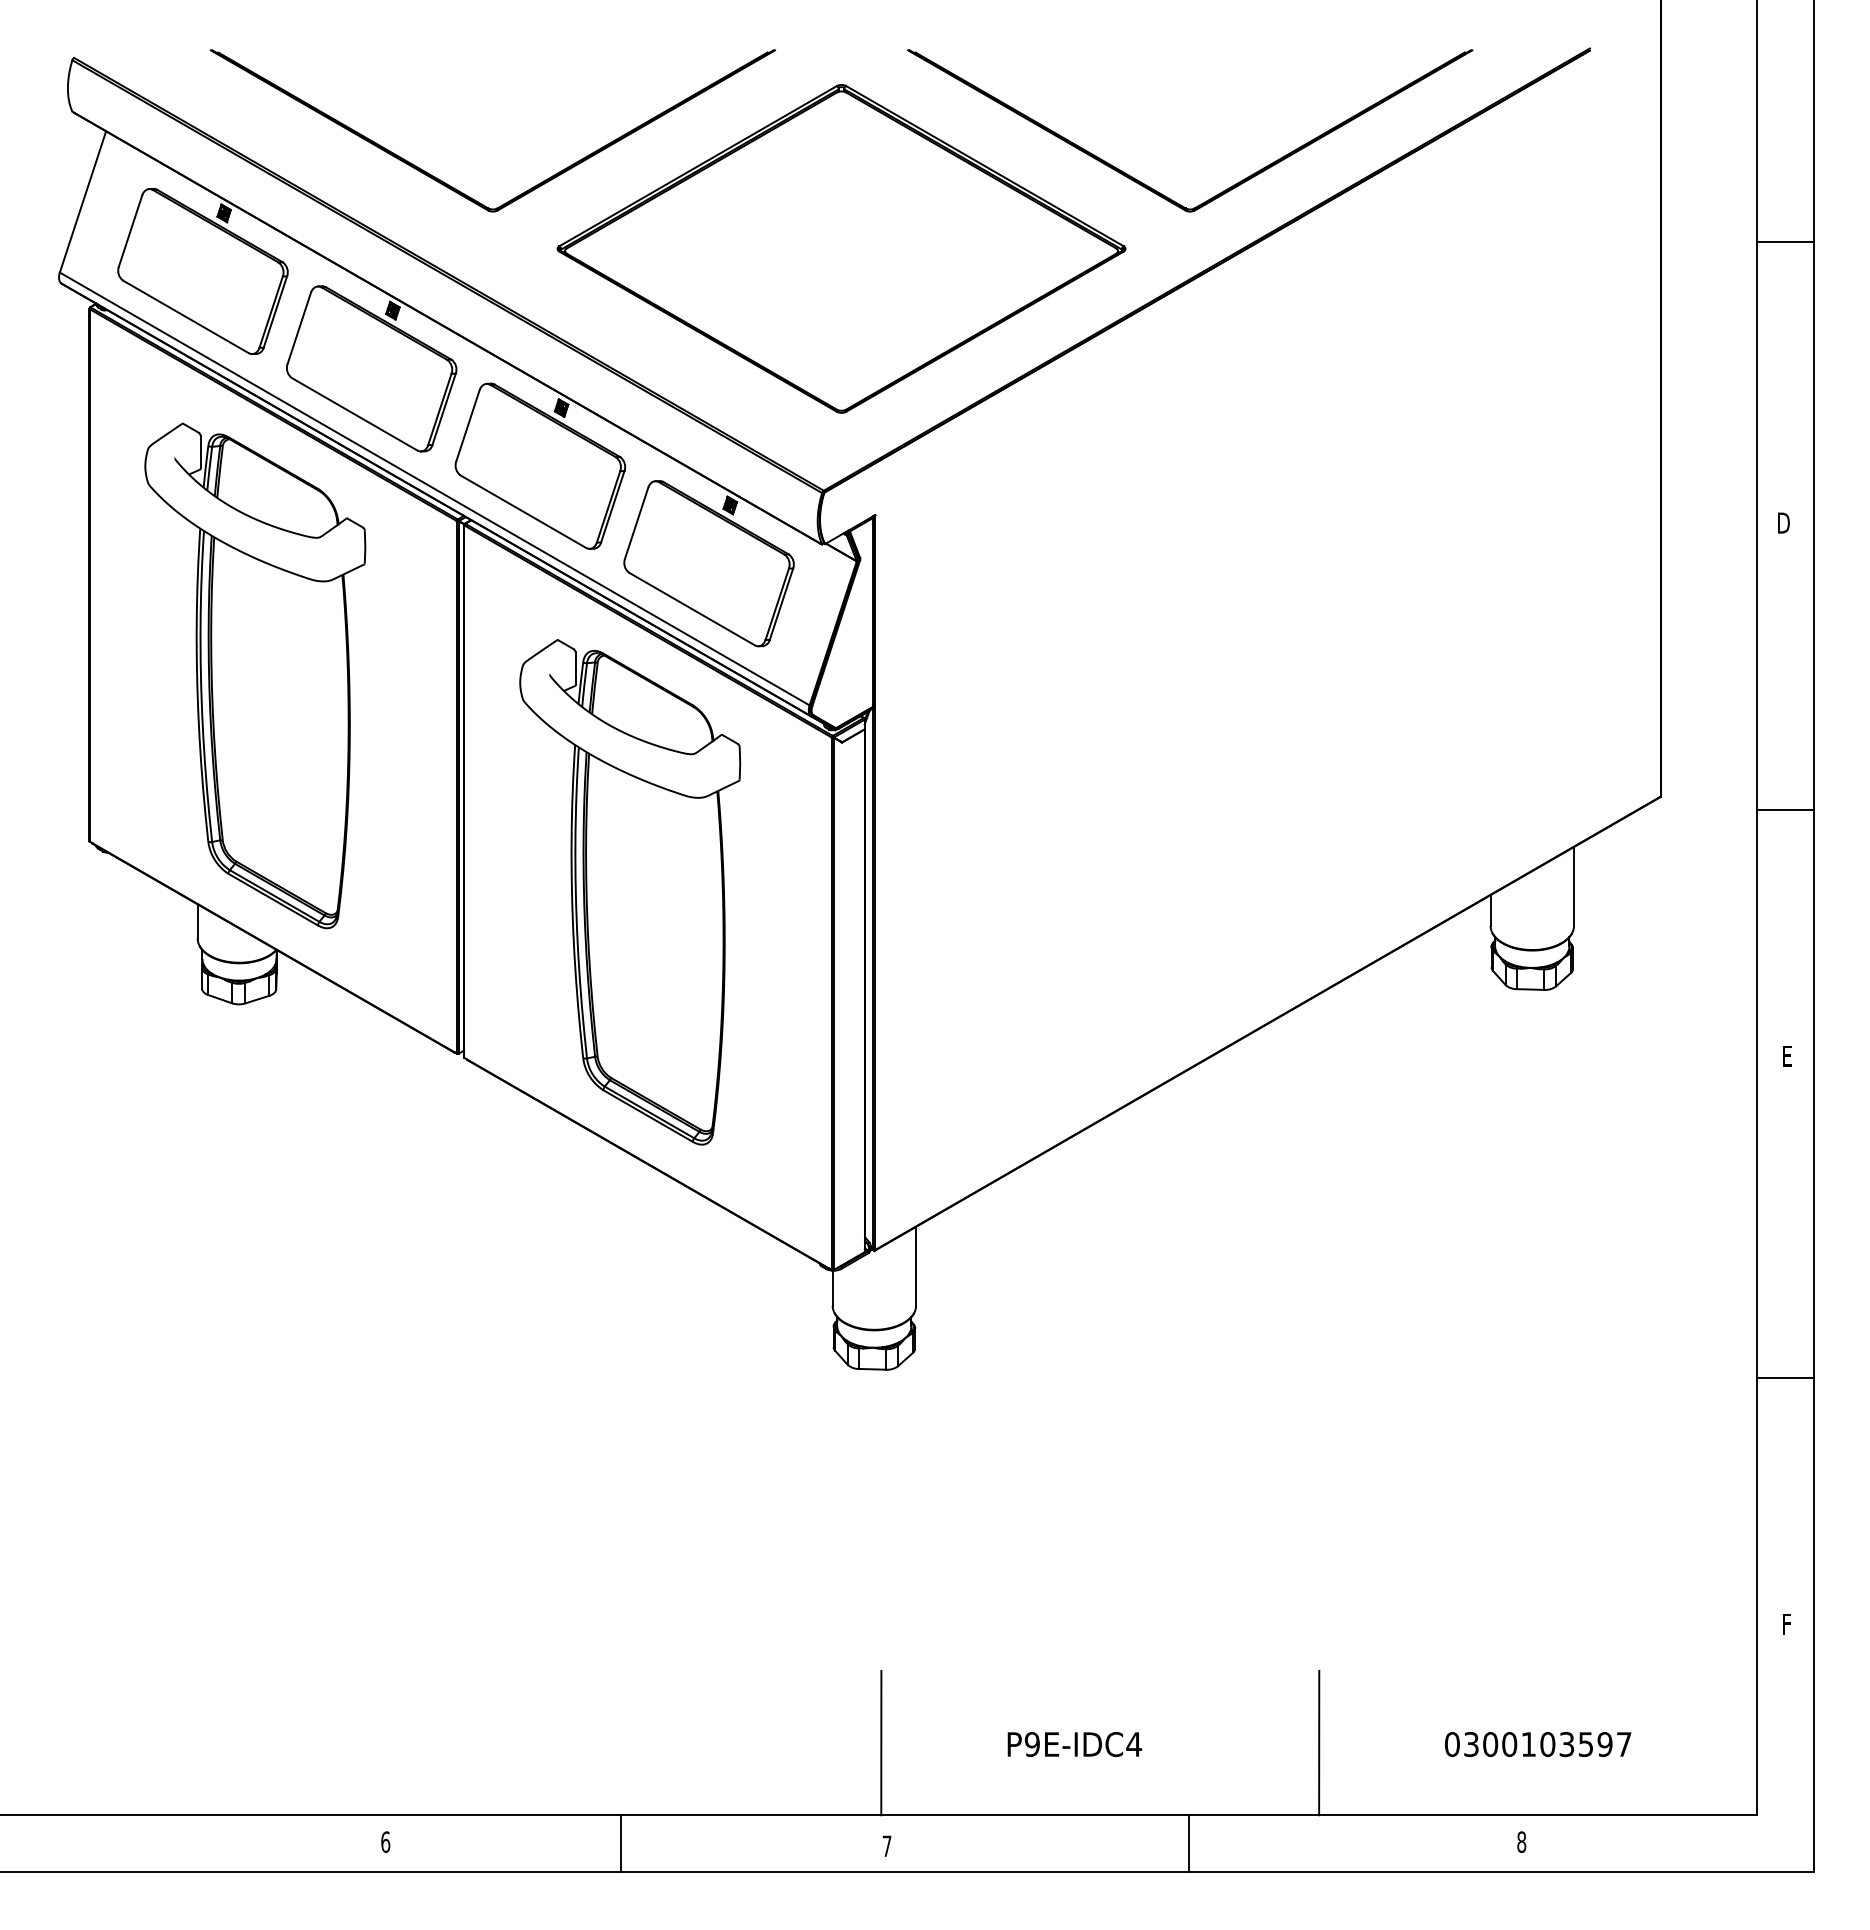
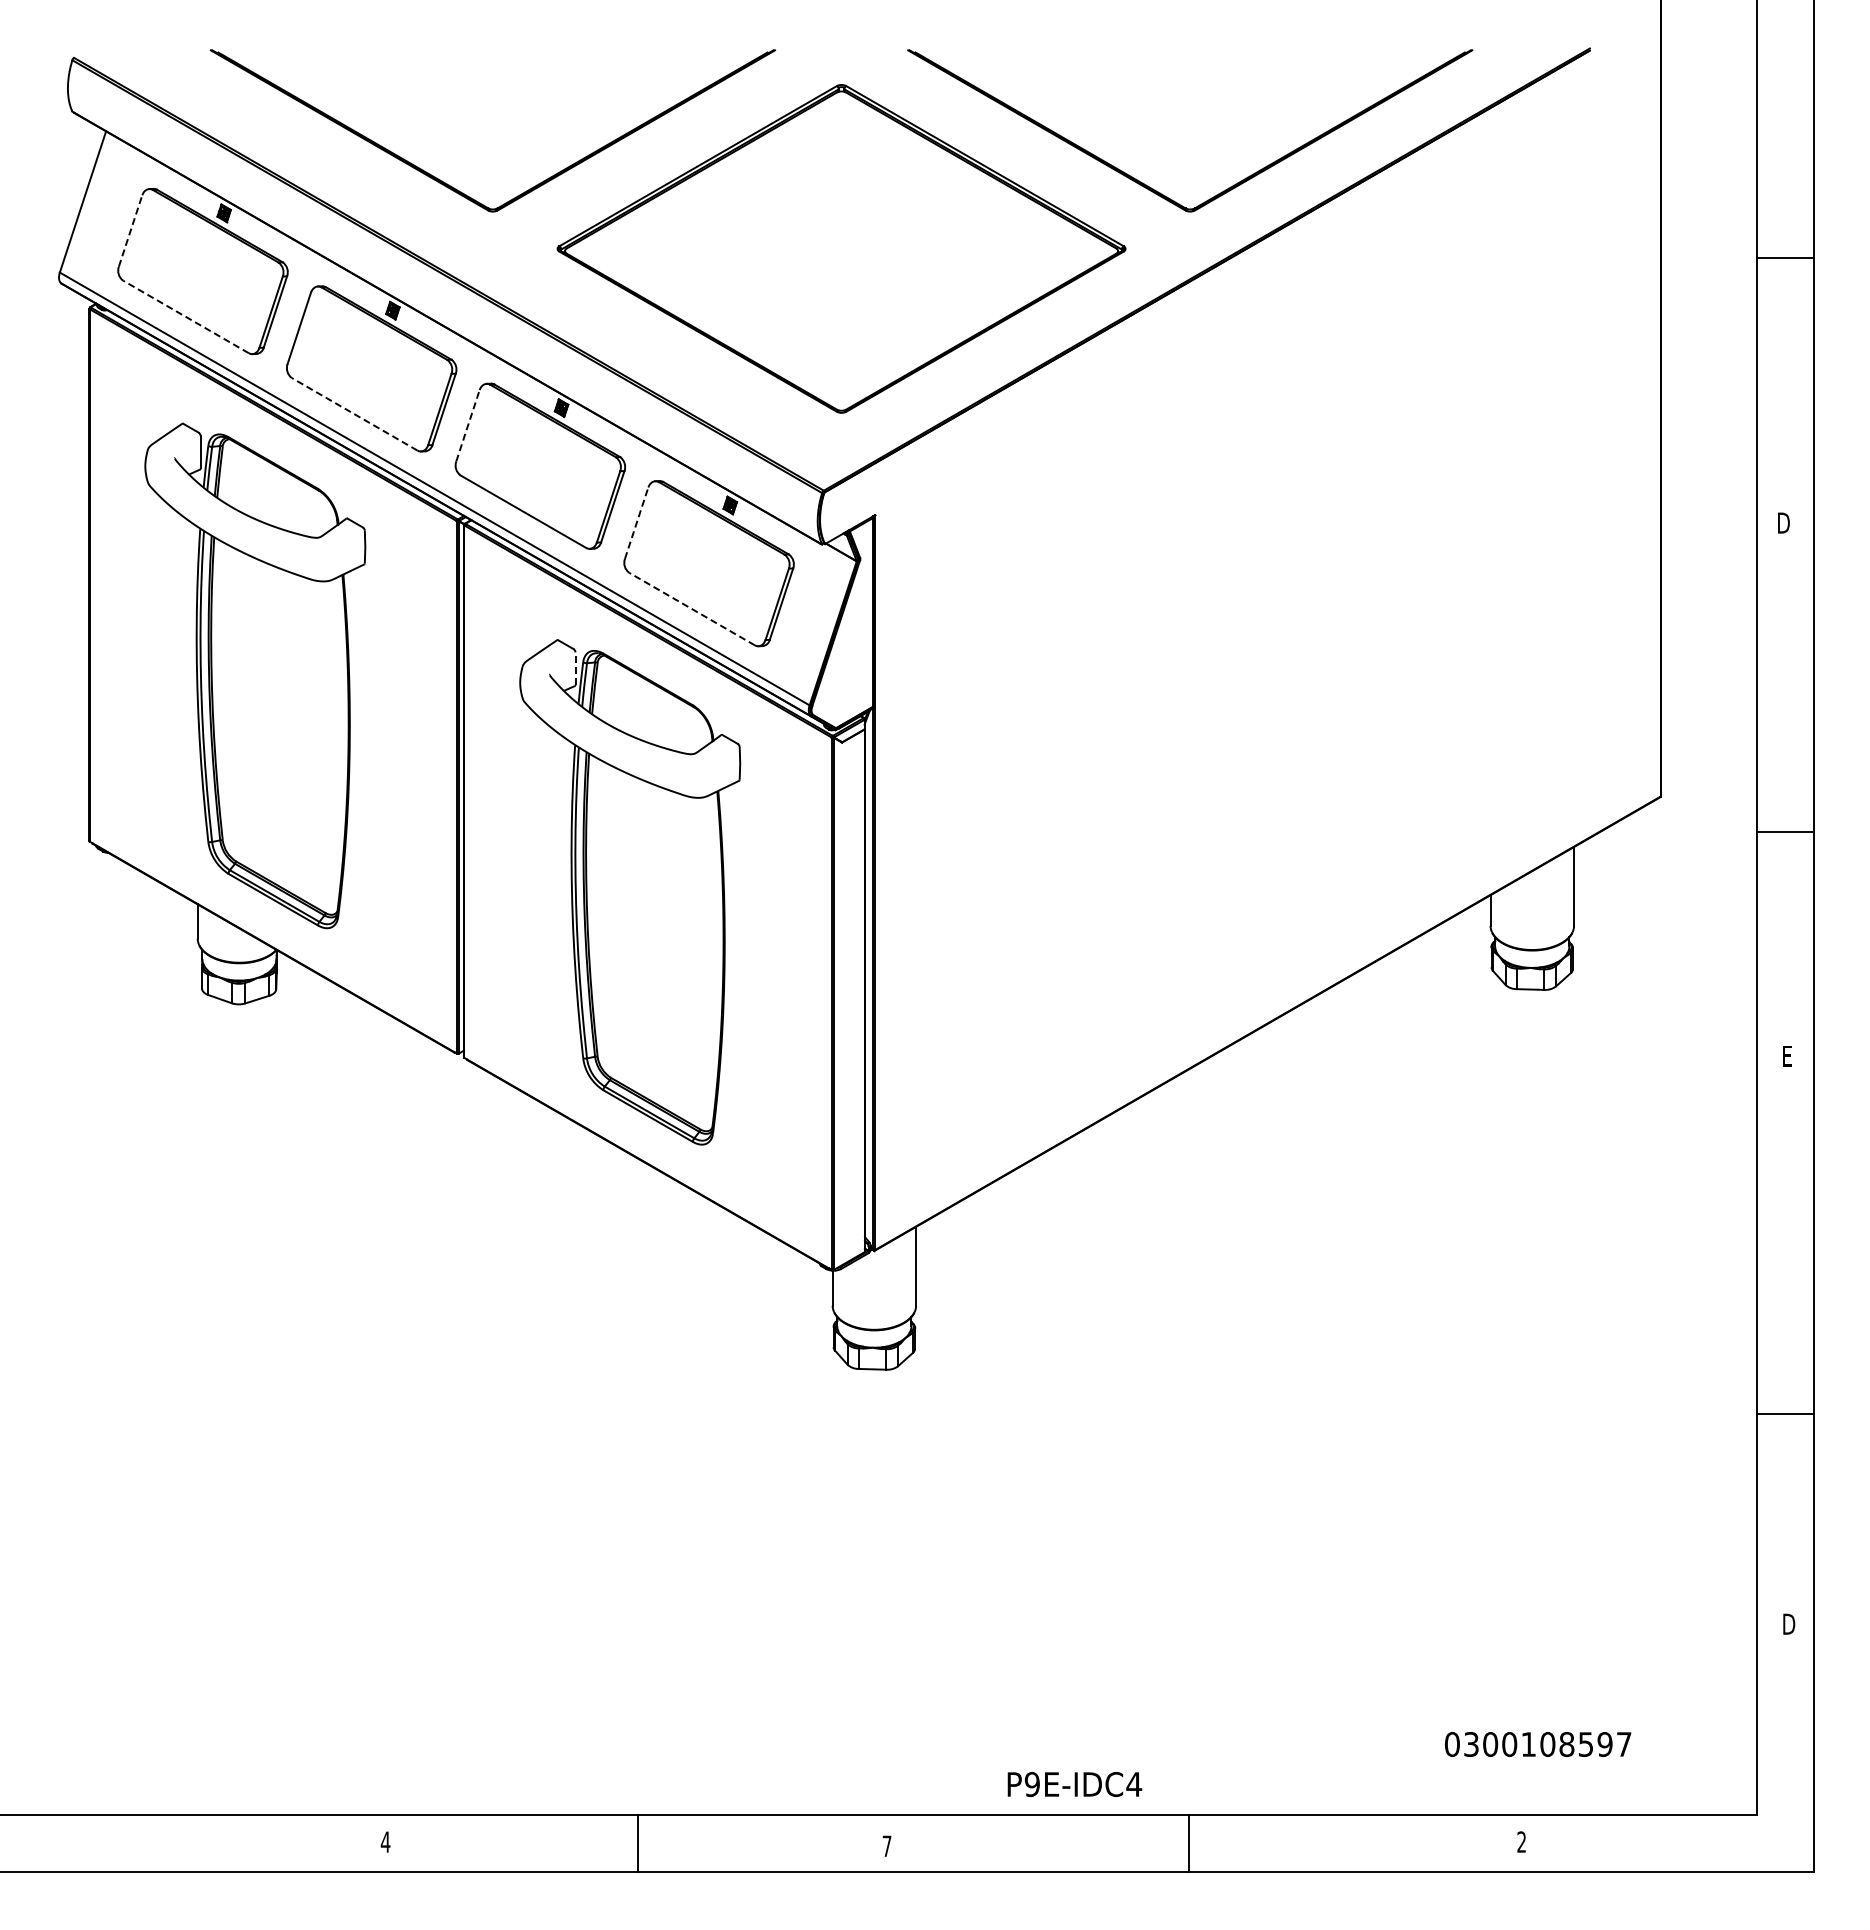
line at (130, 231): solid -> dashed
line at (1785, 241) position: (1785, 241) -> (1785, 257)
line at (186, 316): solid -> dashed
line at (354, 414): solid -> dashed
line at (467, 425): solid -> dashed
line at (636, 523): solid -> dashed
line at (692, 609): solid -> dashed
line at (575, 668): solid -> dashed
line at (1785, 809) position: (1785, 809) -> (1785, 831)
line at (1785, 1377) position: (1785, 1377) -> (1785, 1413)
text at (1789, 1623): F -> D
line at (881, 1742): present -> none
line at (1319, 1742): present -> none
text at (1074, 1744) position: (1074, 1744) -> (1074, 1784)
text at (1566, 1744): 0300103597 -> 0300108597
text at (385, 1841): 6 -> 4
text at (1521, 1841): 8 -> 2
line at (621, 1843) position: (621, 1843) -> (638, 1843)
